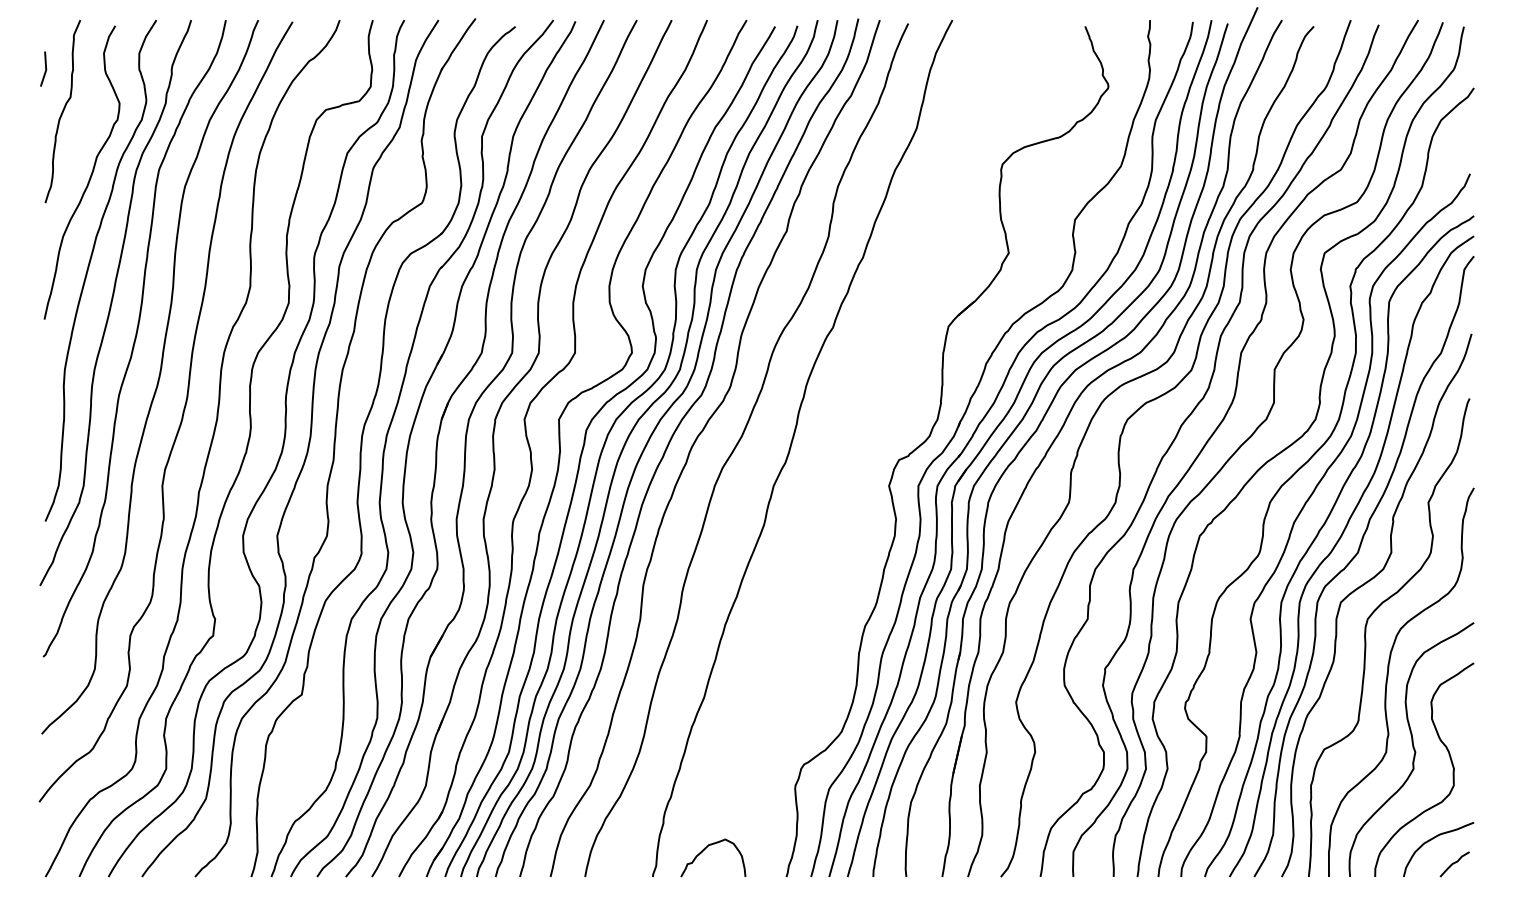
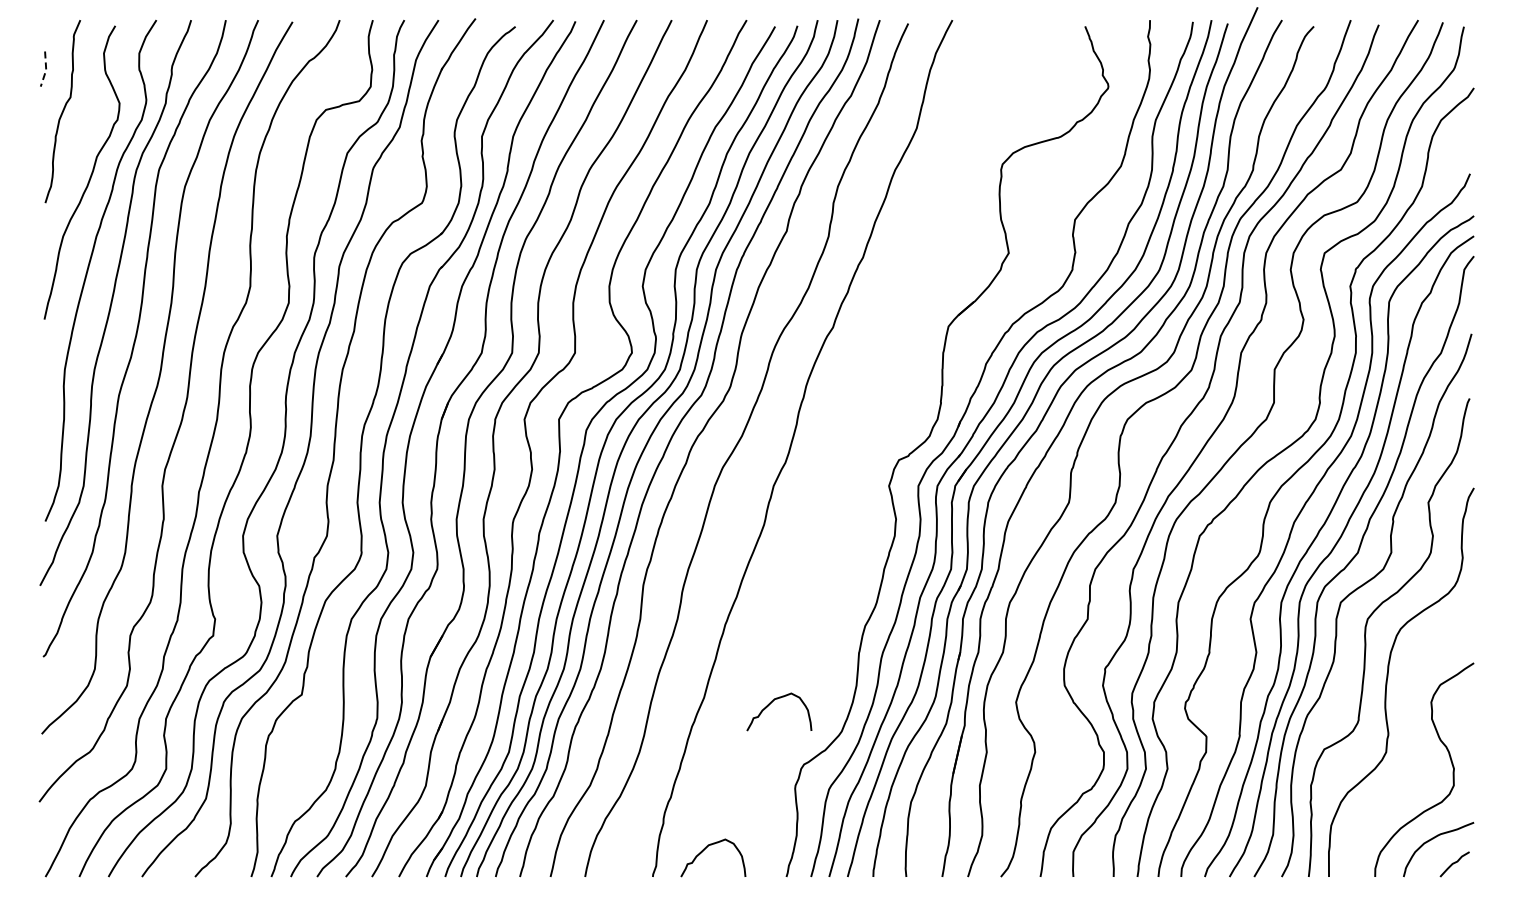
line at (46, 70): solid -> dashed
curve at (771, 703): none -> present
curve at (1413, 749): present -> none
